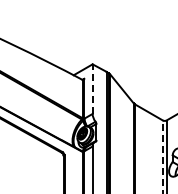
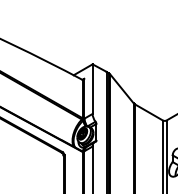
line at (92, 89): dashed -> solid
line at (162, 156): dashed -> solid
